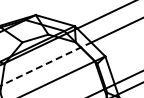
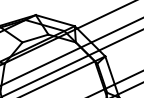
line at (73, 62): none -> present
line at (46, 63): dashed -> solid
